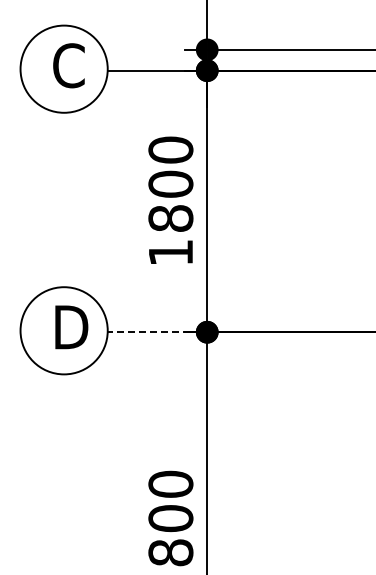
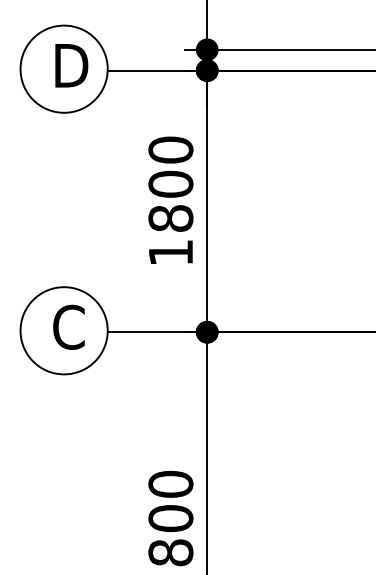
text at (70, 65): C -> D
text at (70, 326): D -> C
line at (148, 332): dashed -> solid
